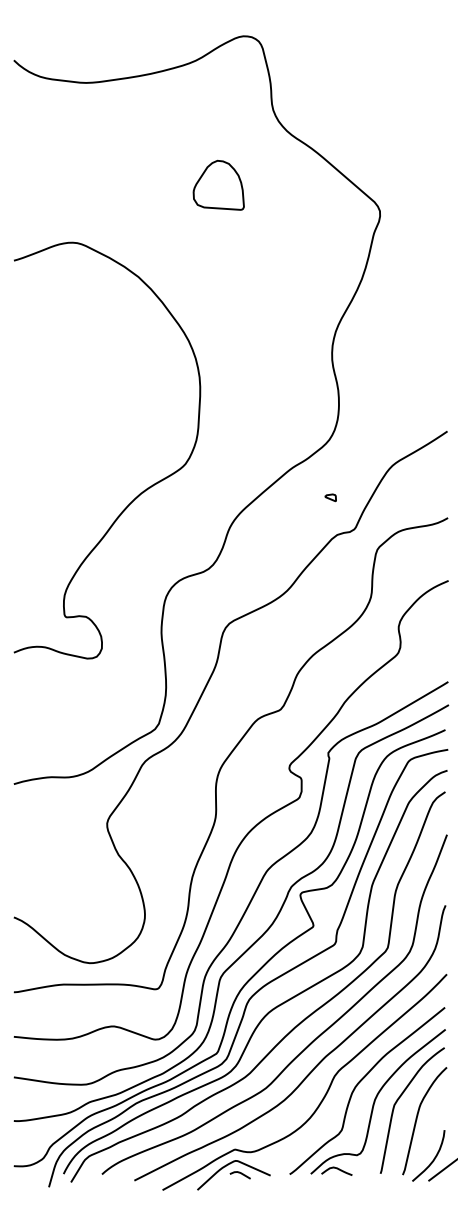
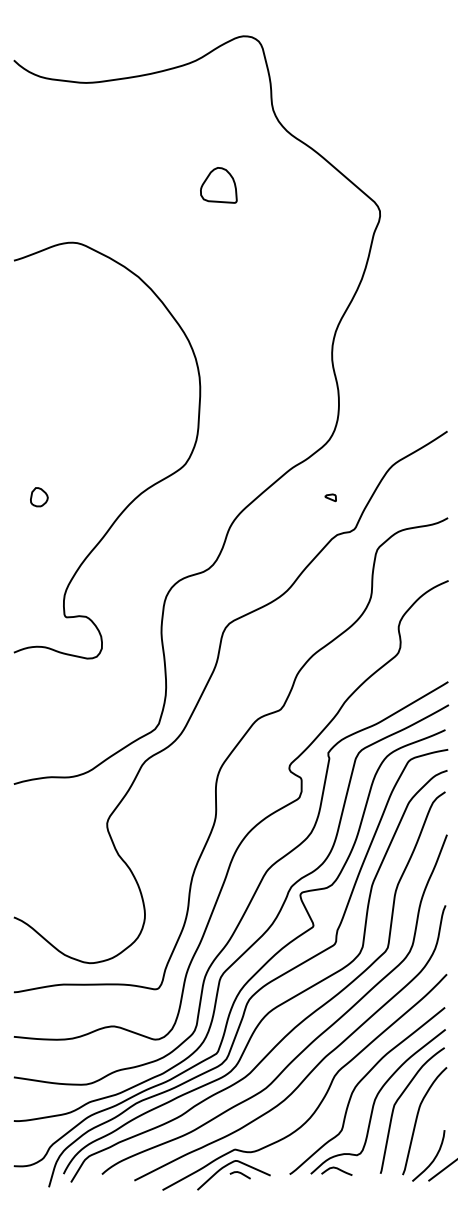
part at (218, 184) size: 53x52 px -> 38x37 px
part at (39, 497): none -> present
